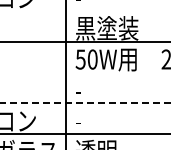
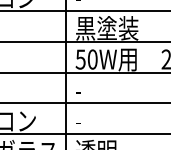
line at (84, 10): none -> present
line at (84, 72): none -> present
line at (86, 103): dashed -> solid
